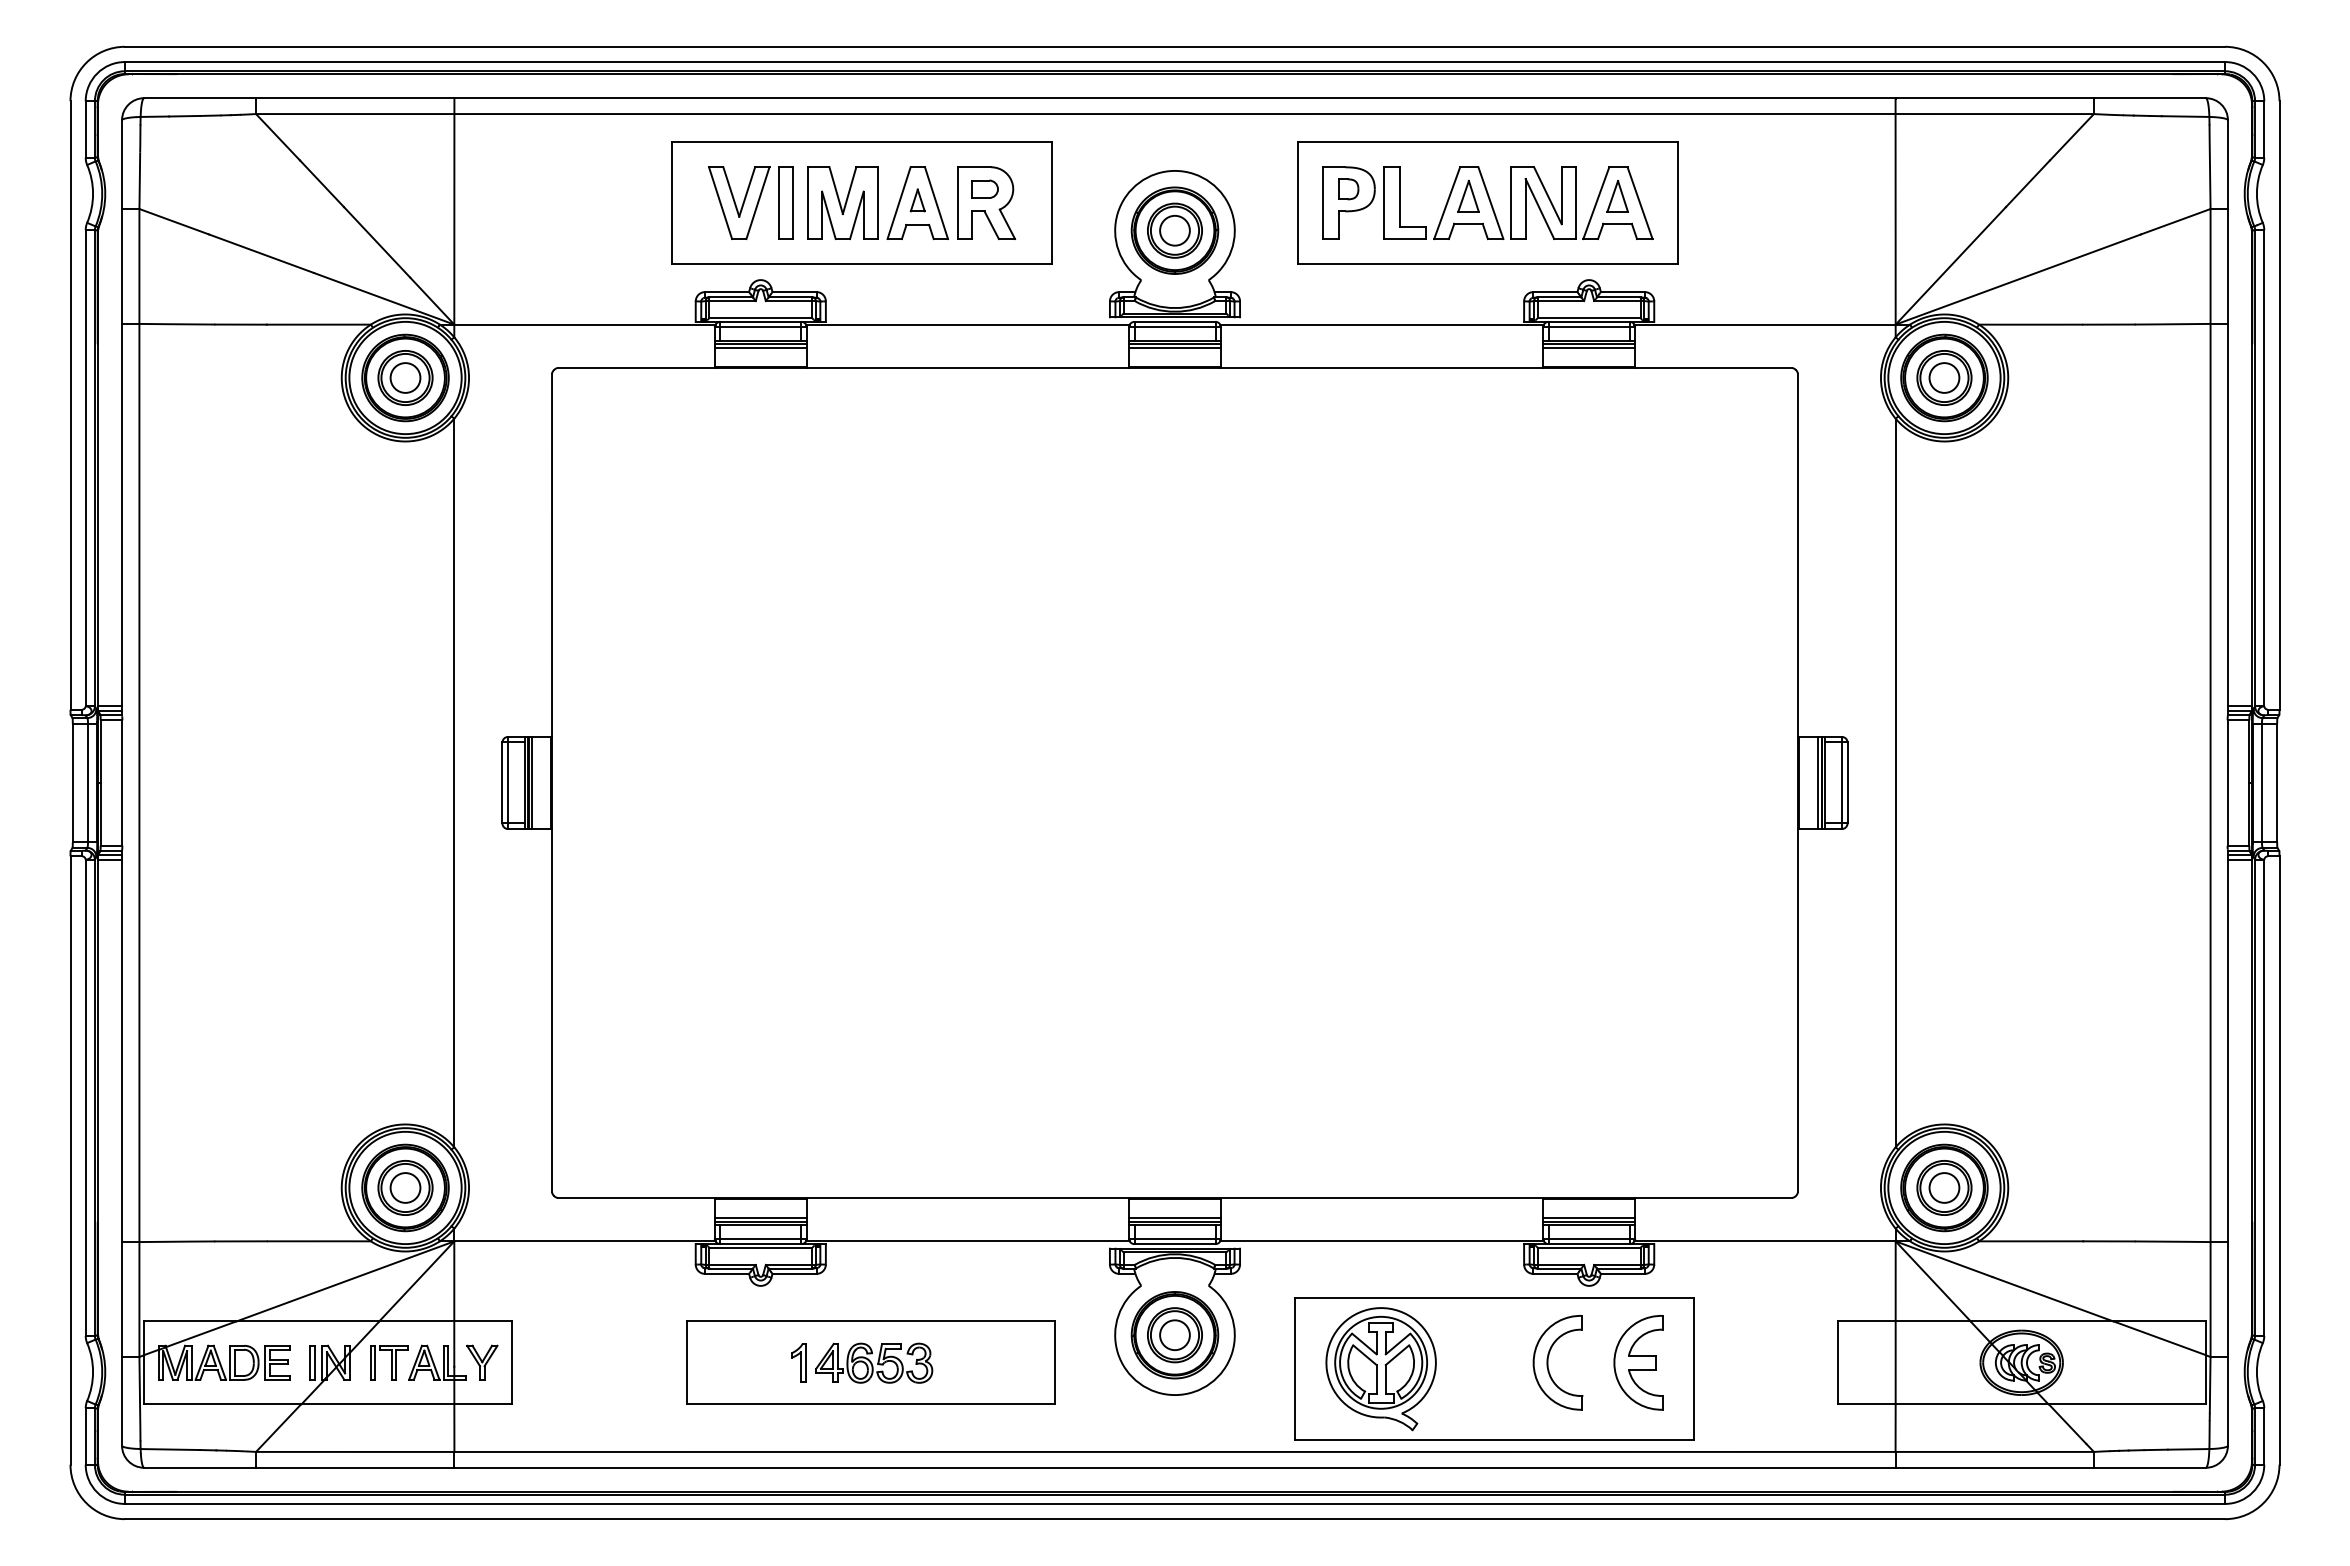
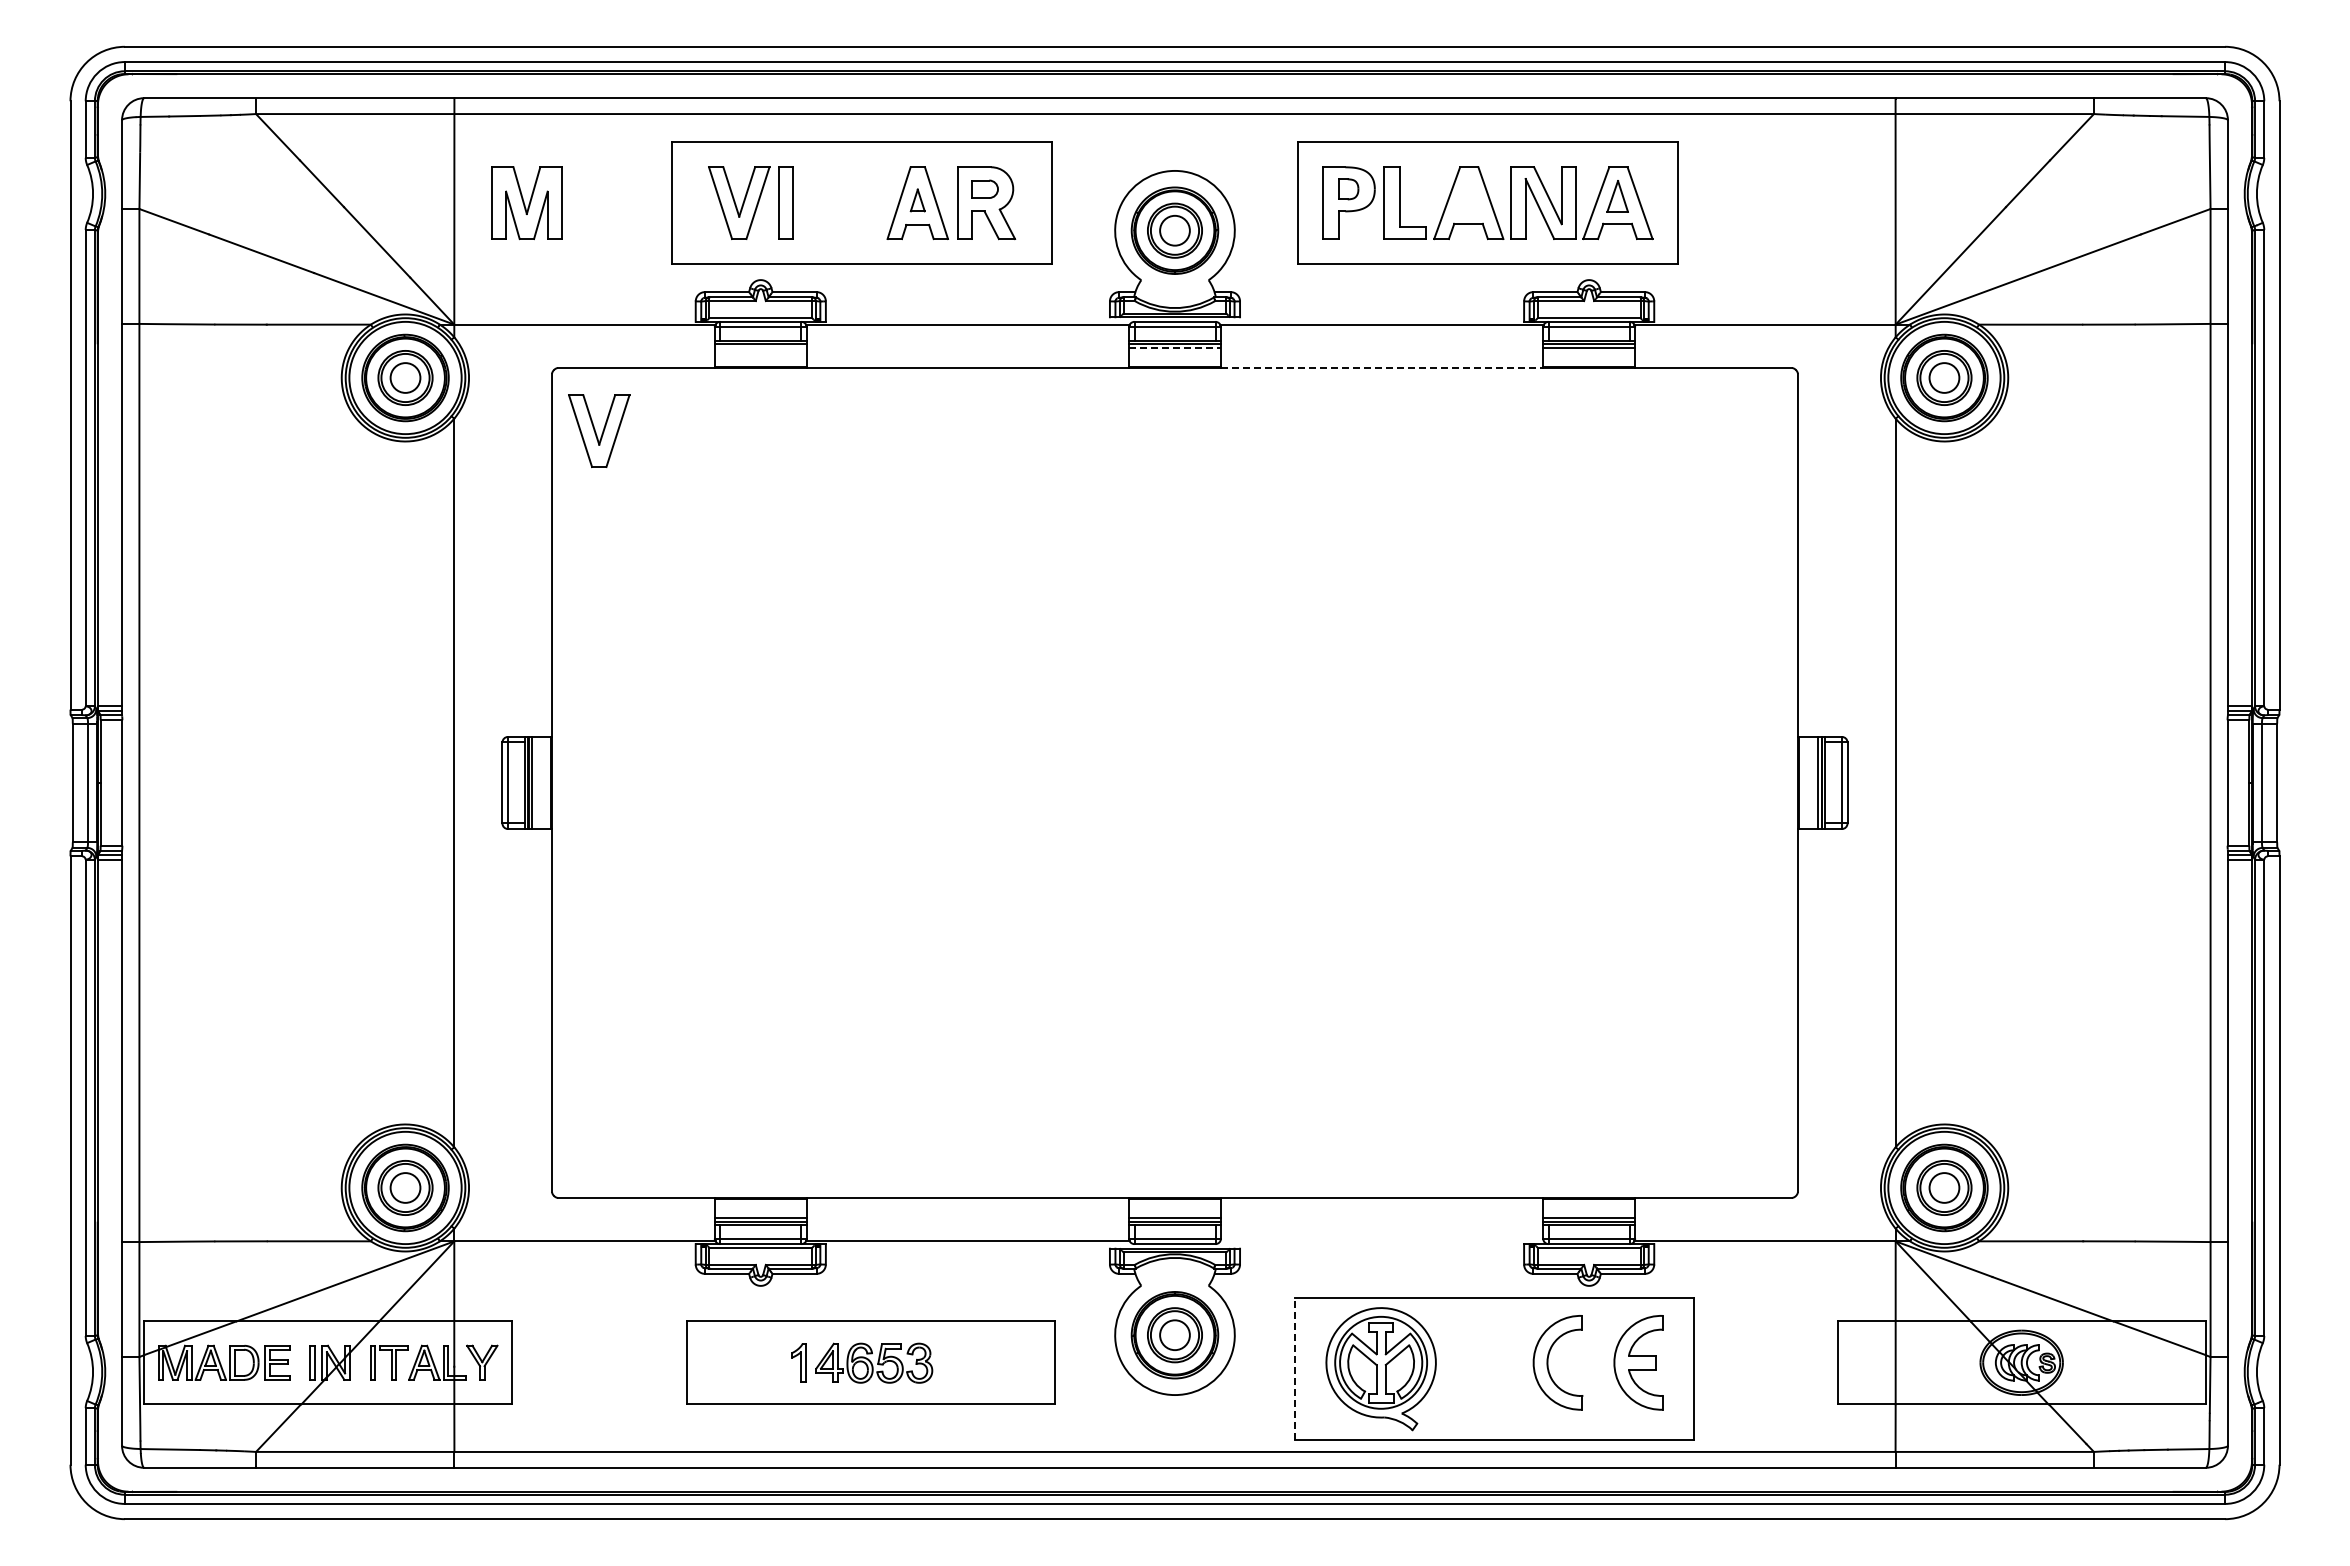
part at (1468, 196): present -> none
part at (842, 202) position: (842, 202) -> (526, 202)
line at (760, 348): present -> none
line at (1175, 348): solid -> dashed
line at (1382, 367): solid -> dashed
part at (599, 430): none -> present
line at (1381, 1241): present -> none
line at (1294, 1369): solid -> dashed
